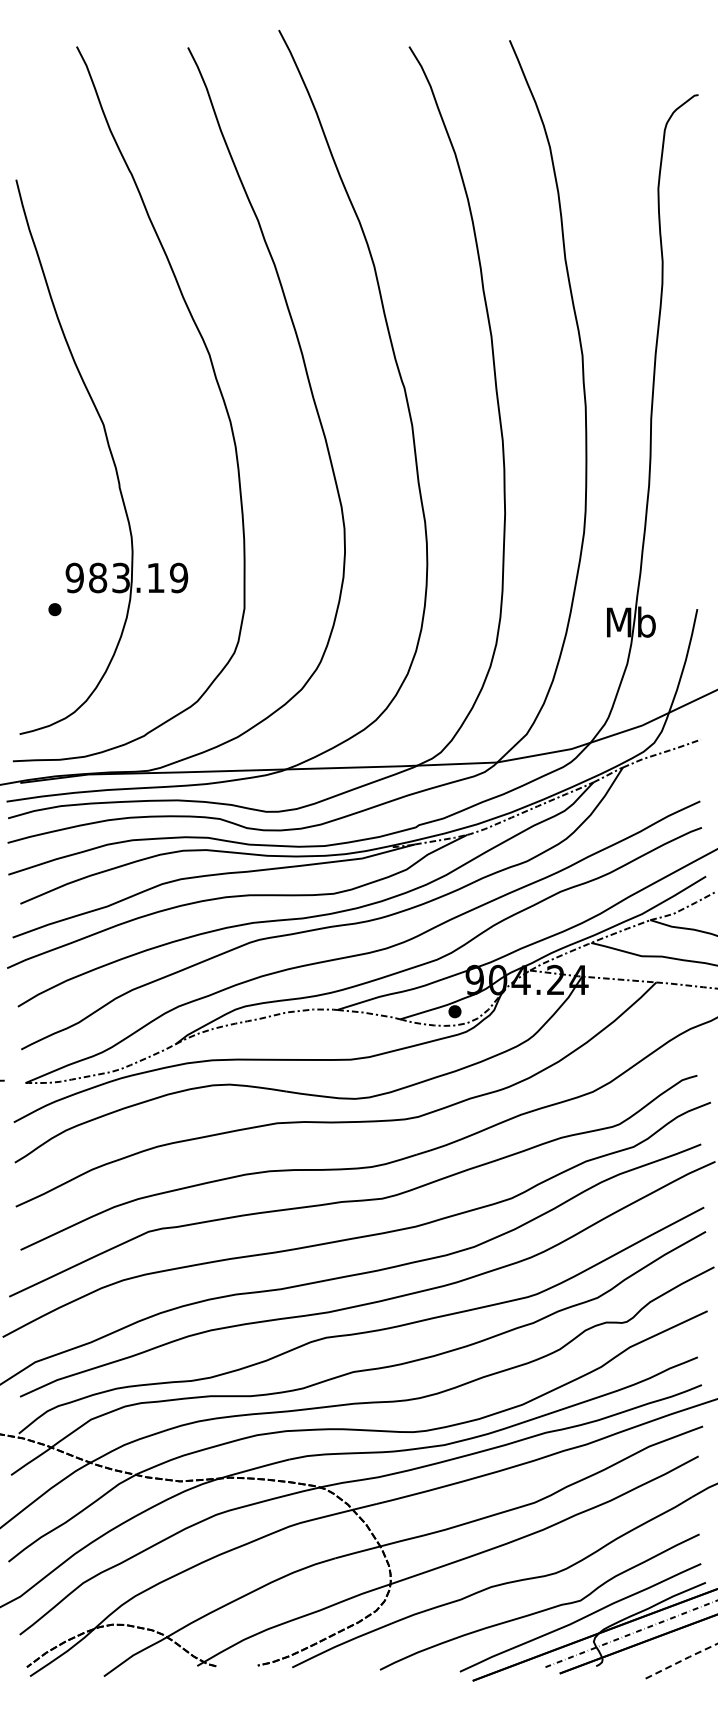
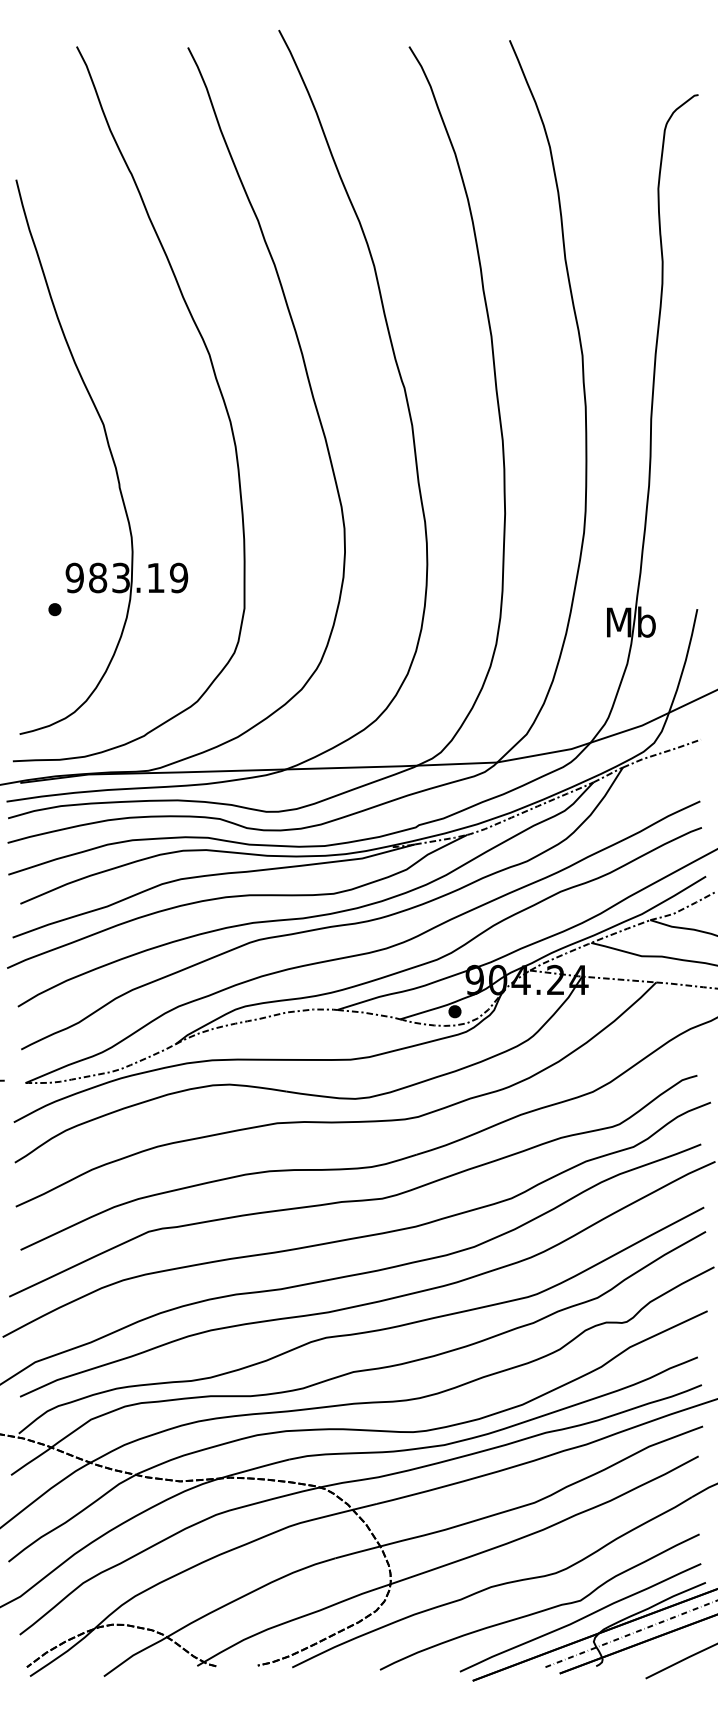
line at (682, 1660): dashed -> solid
